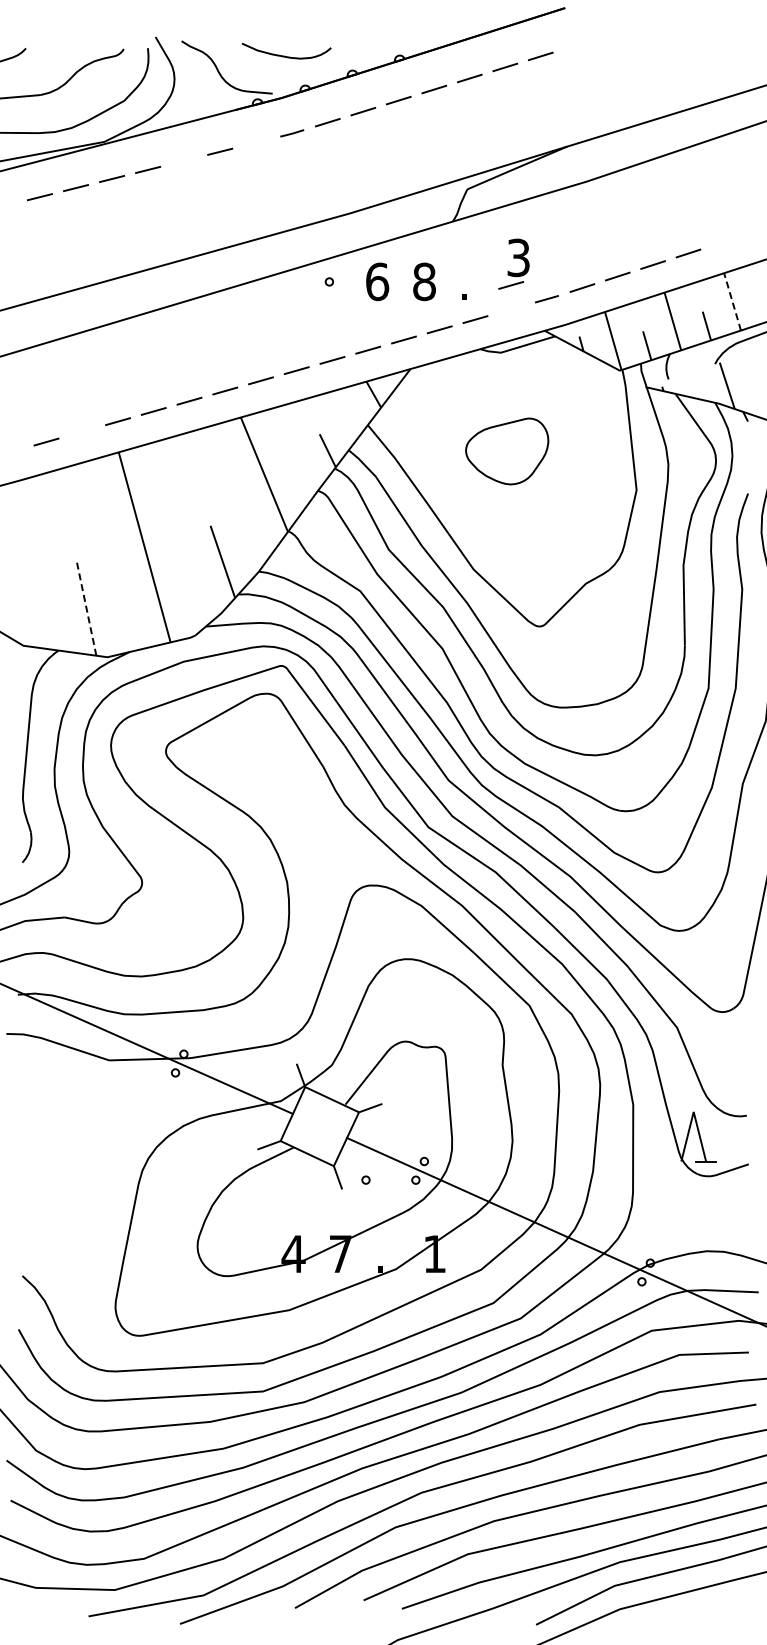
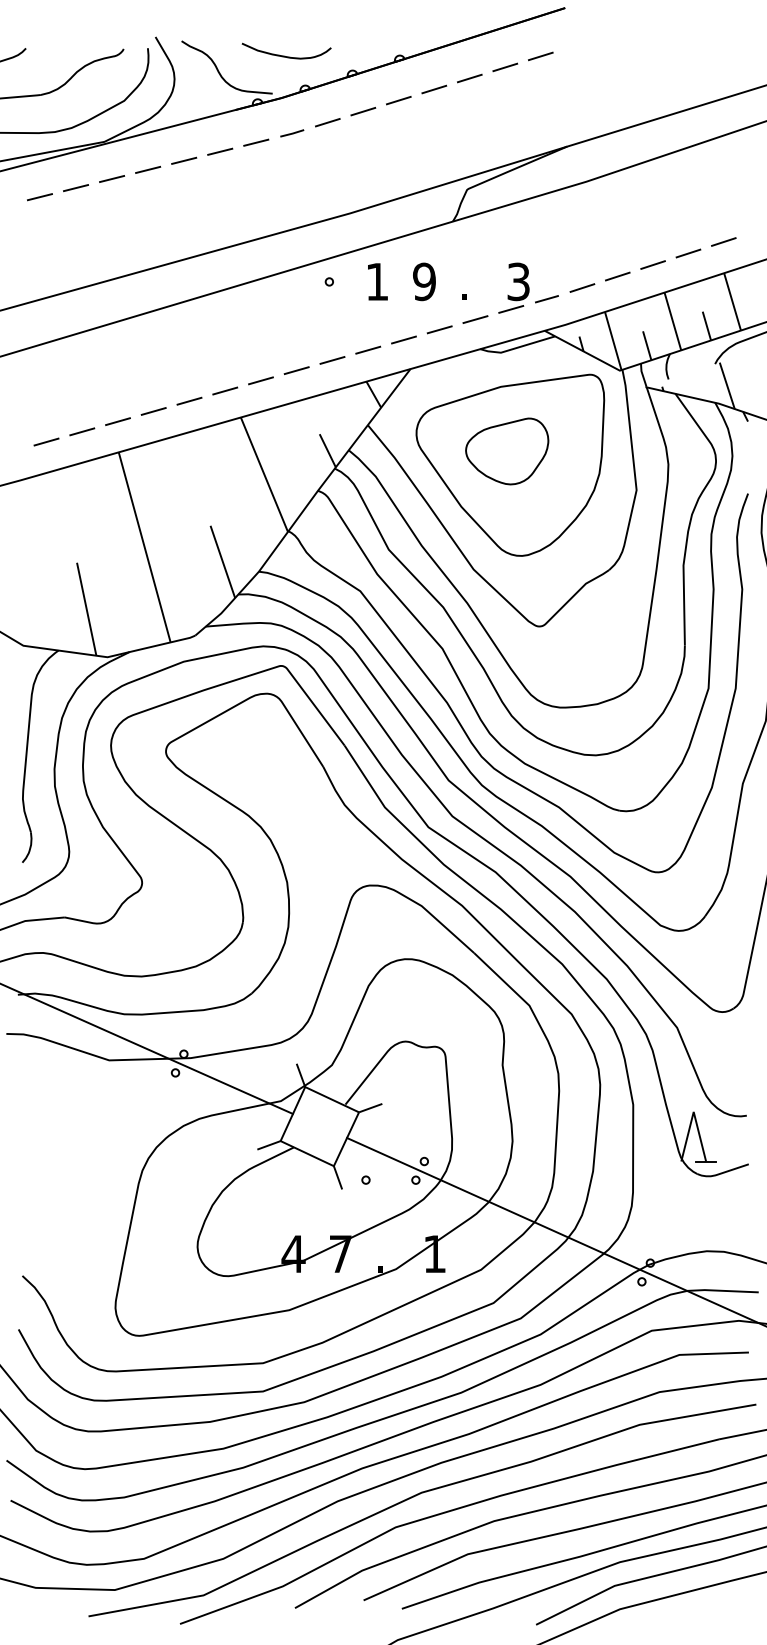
line at (256, 142): none -> present
line at (184, 160): none -> present
line at (723, 241): none -> present
part at (513, 263) position: (513, 263) -> (513, 287)
text at (377, 281): 6 -> 1
text at (424, 281): 8 -> 9
line at (732, 301): dashed -> solid
line at (82, 431): none -> present
part at (510, 464): none -> present
line at (86, 608): dashed -> solid
